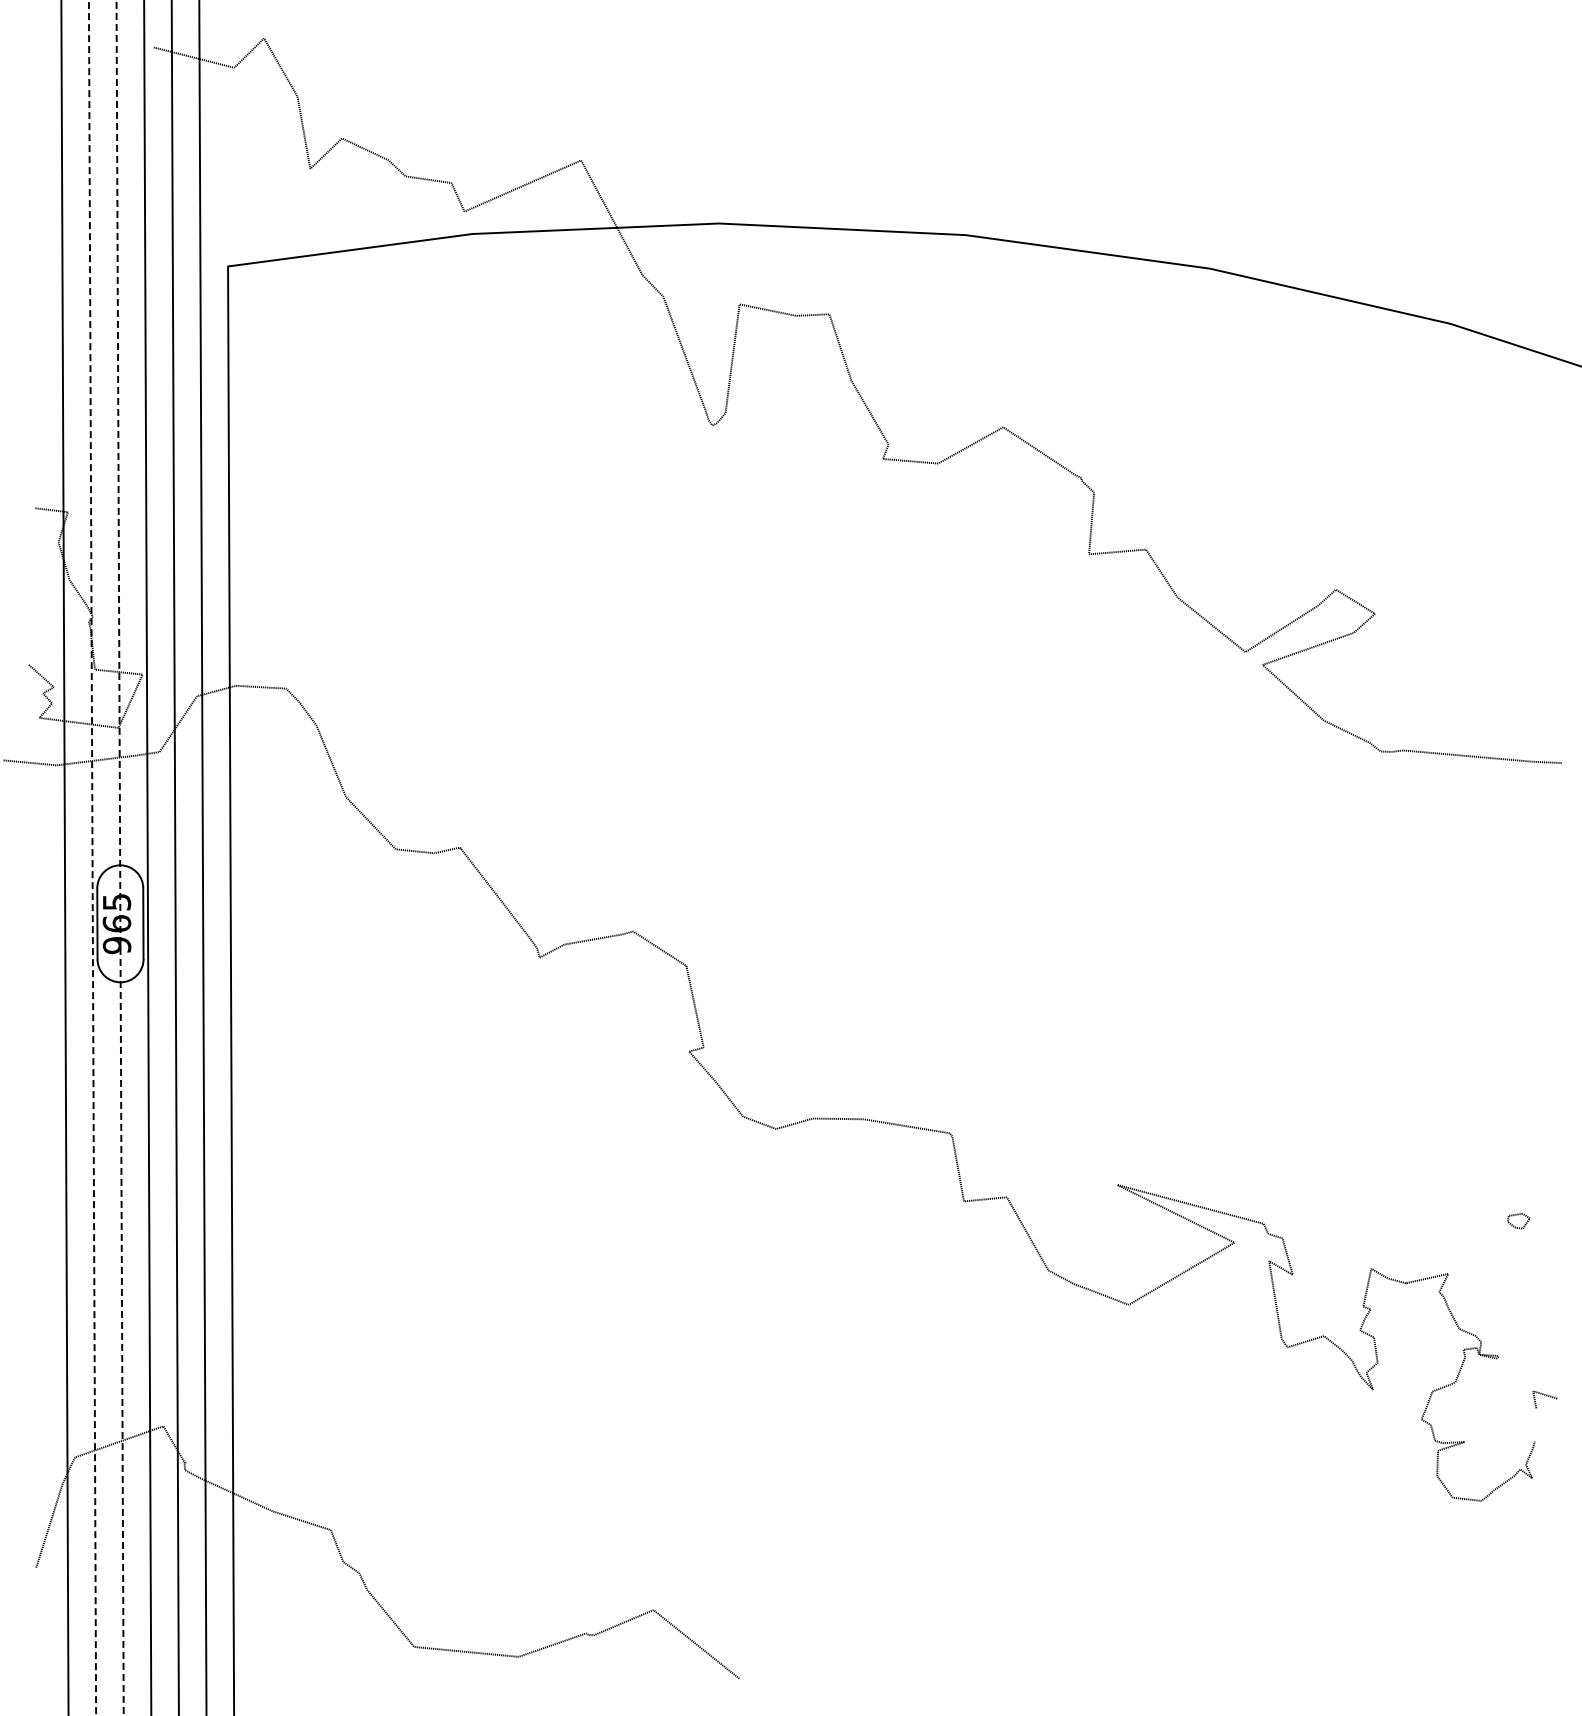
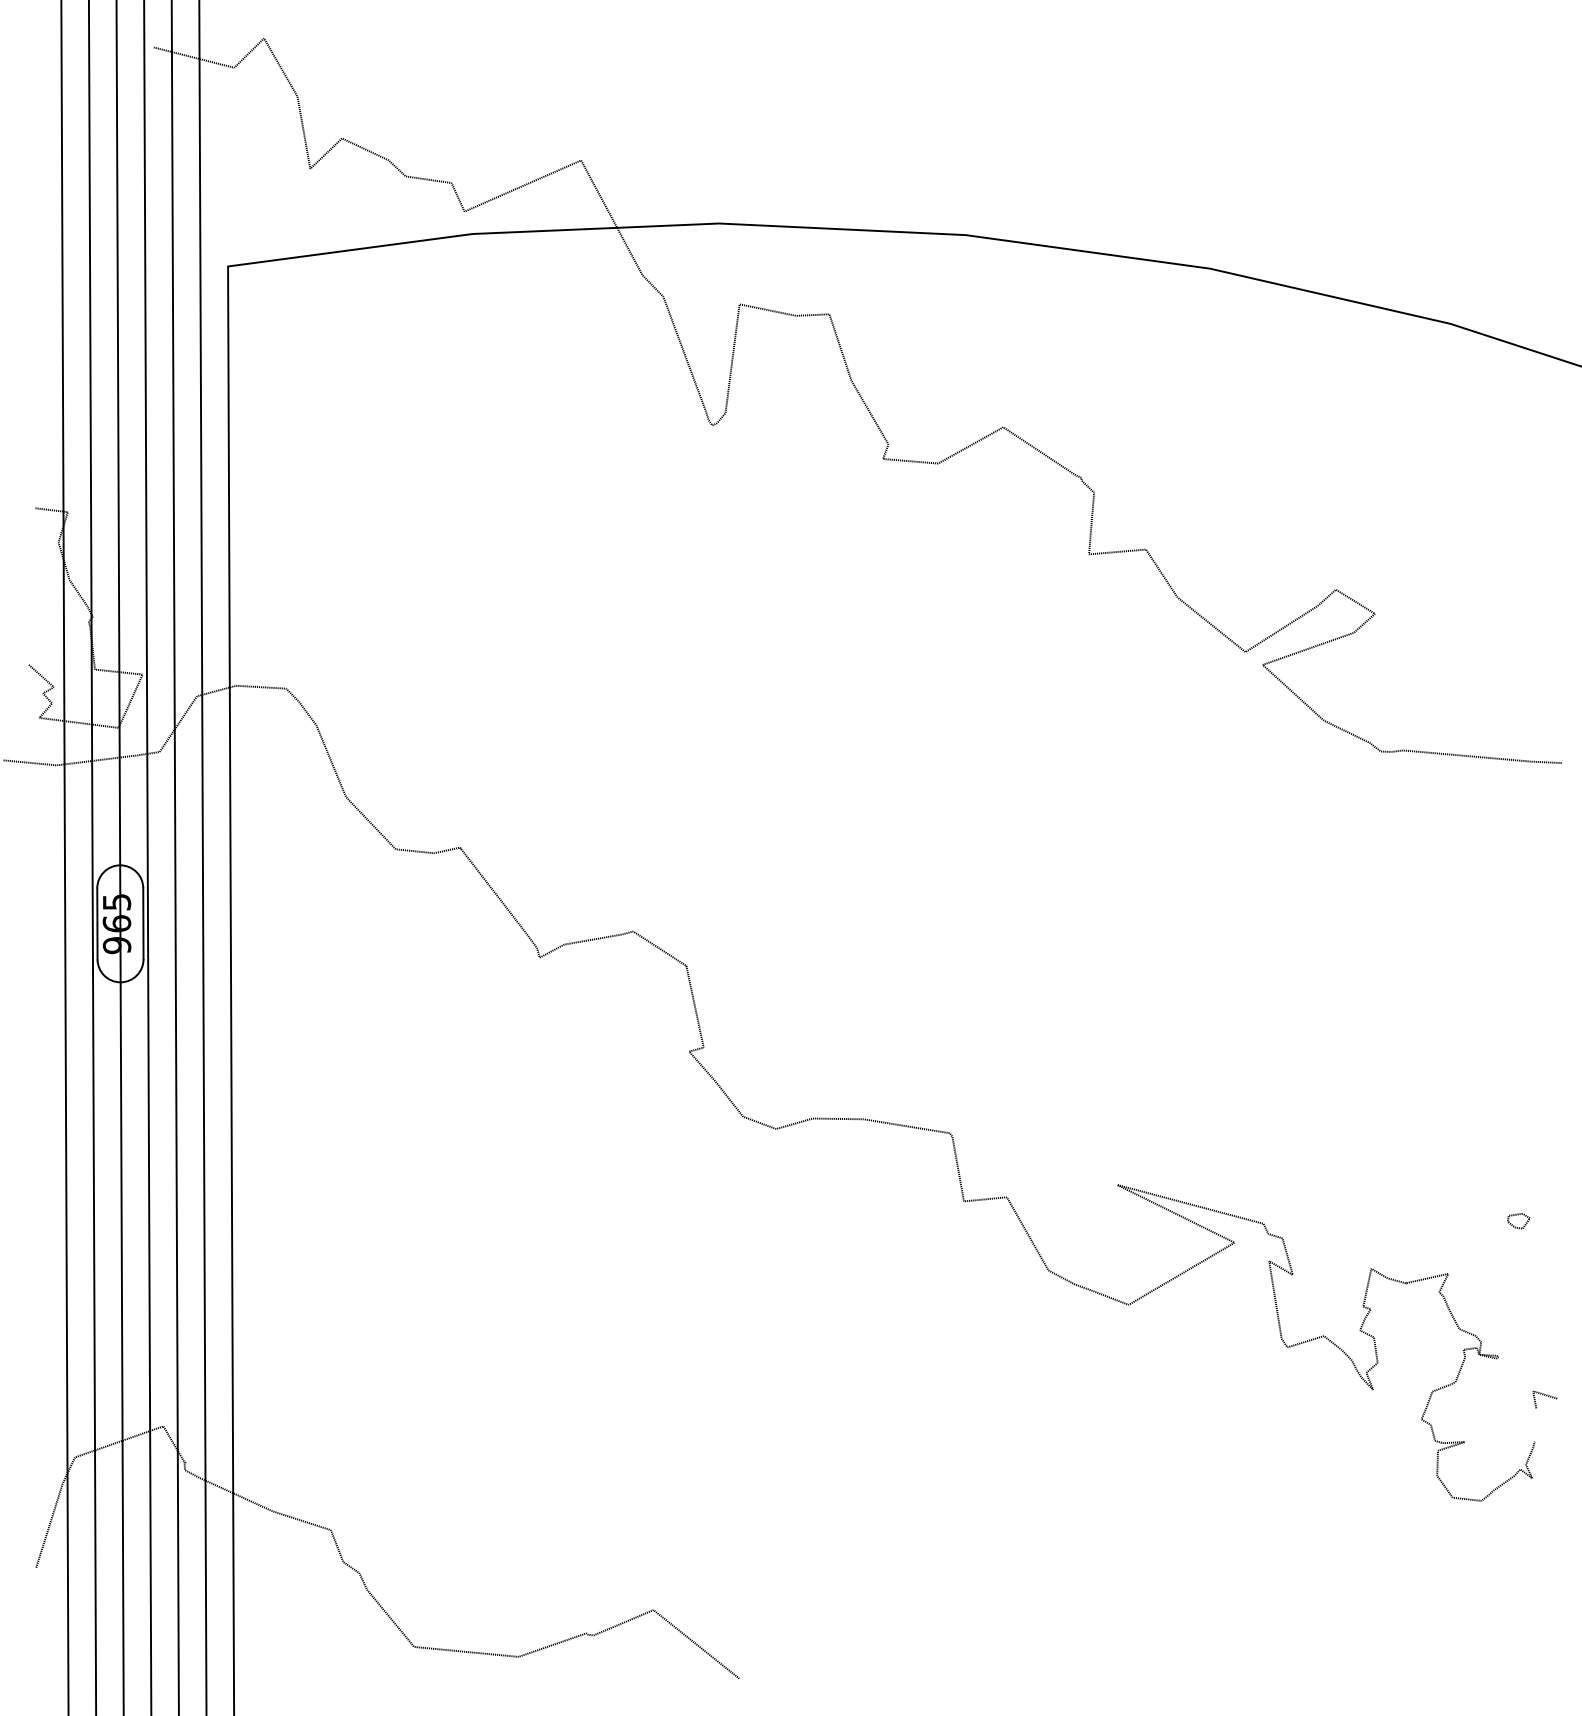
line at (92, 858): dashed -> solid
line at (120, 858): dashed -> solid
